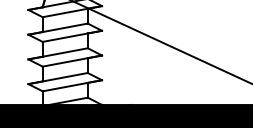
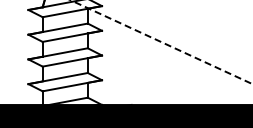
line at (161, 42): solid -> dashed
